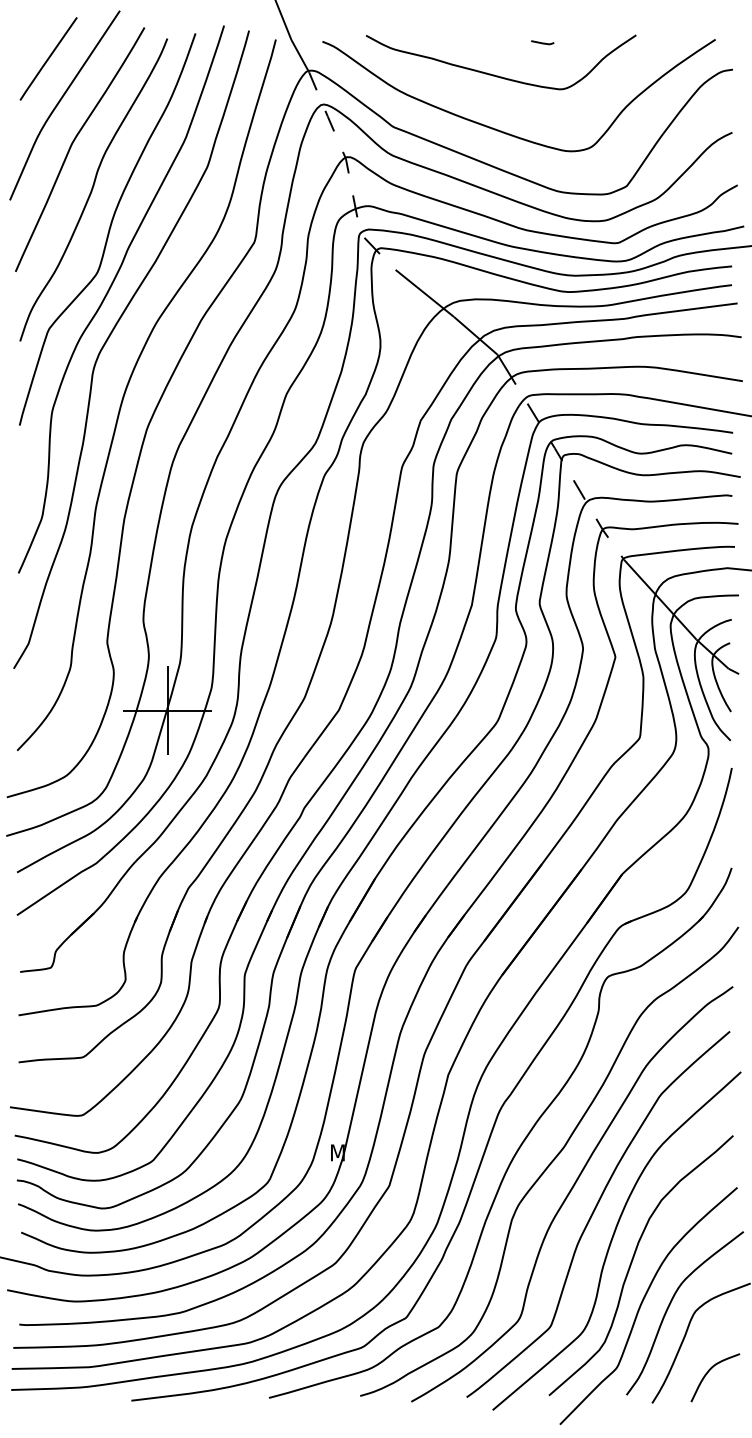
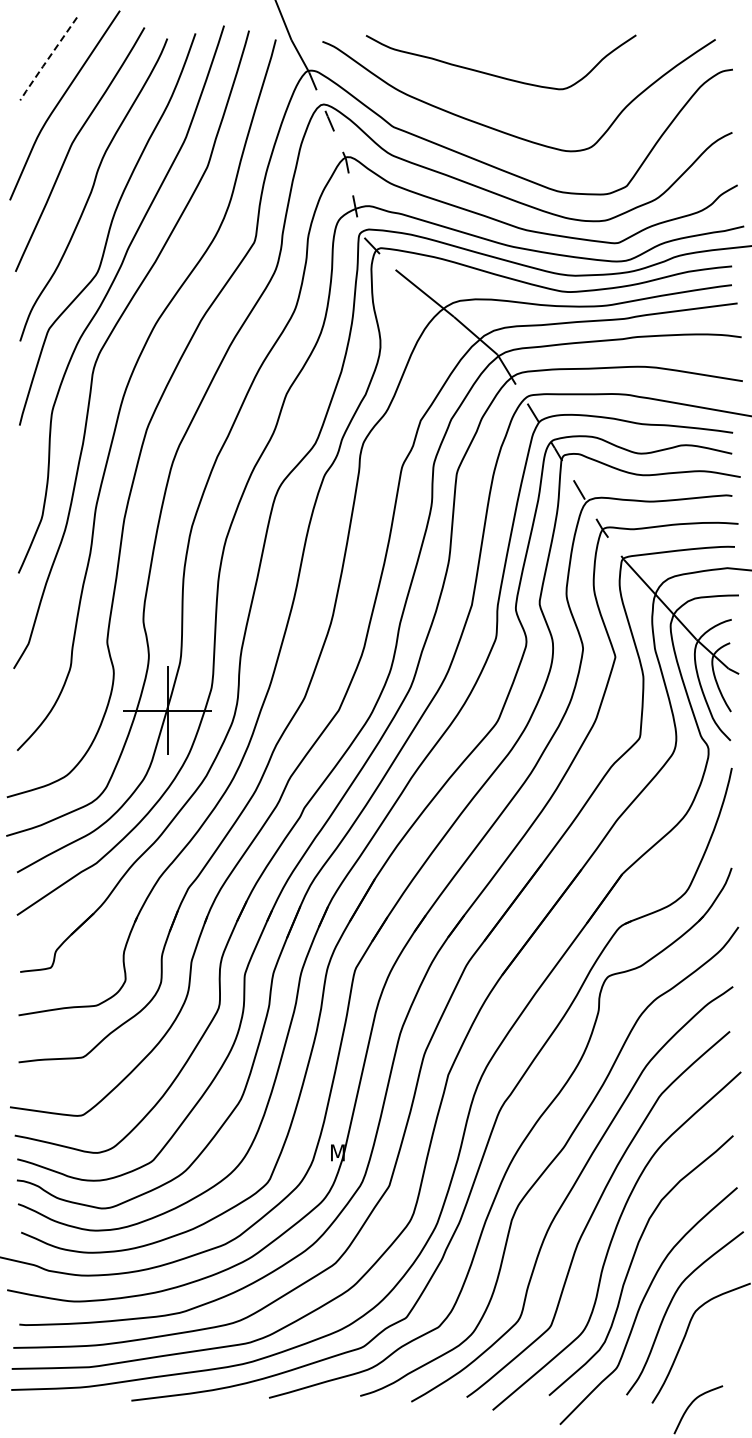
curve at (542, 42): present -> none
line at (47, 59): solid -> dashed
curve at (709, 1371) position: (709, 1371) -> (692, 1403)
